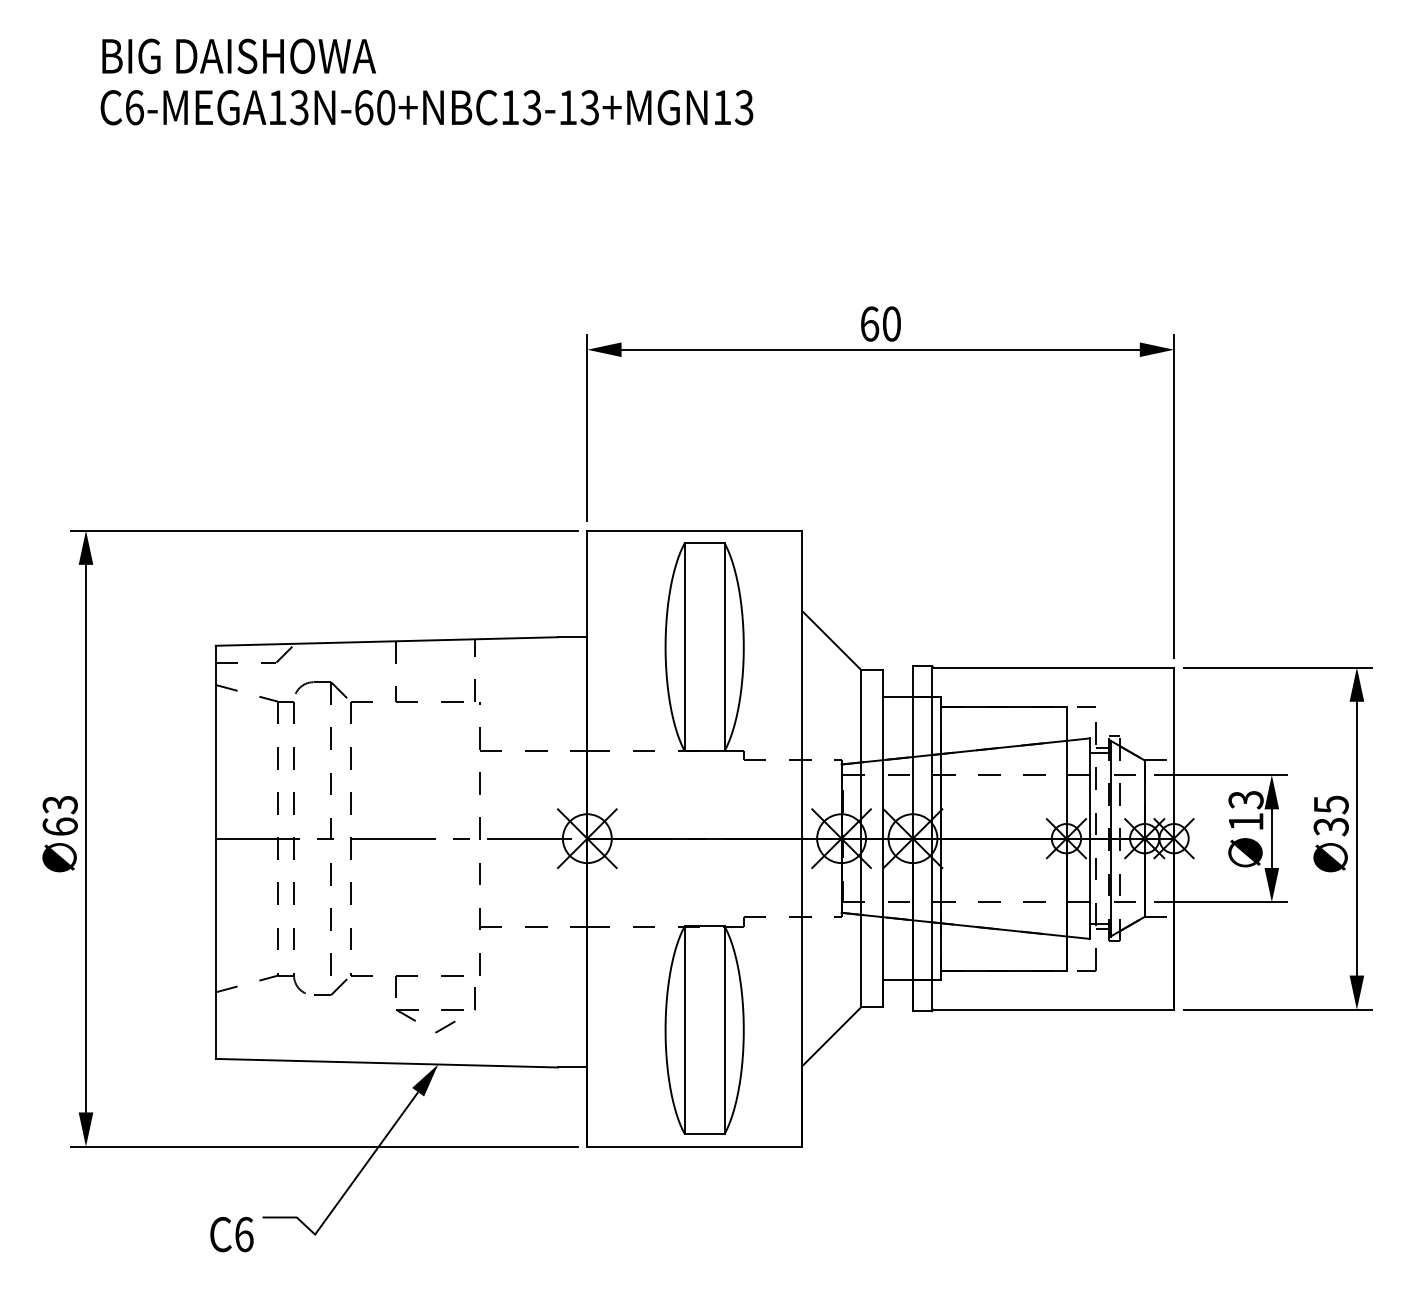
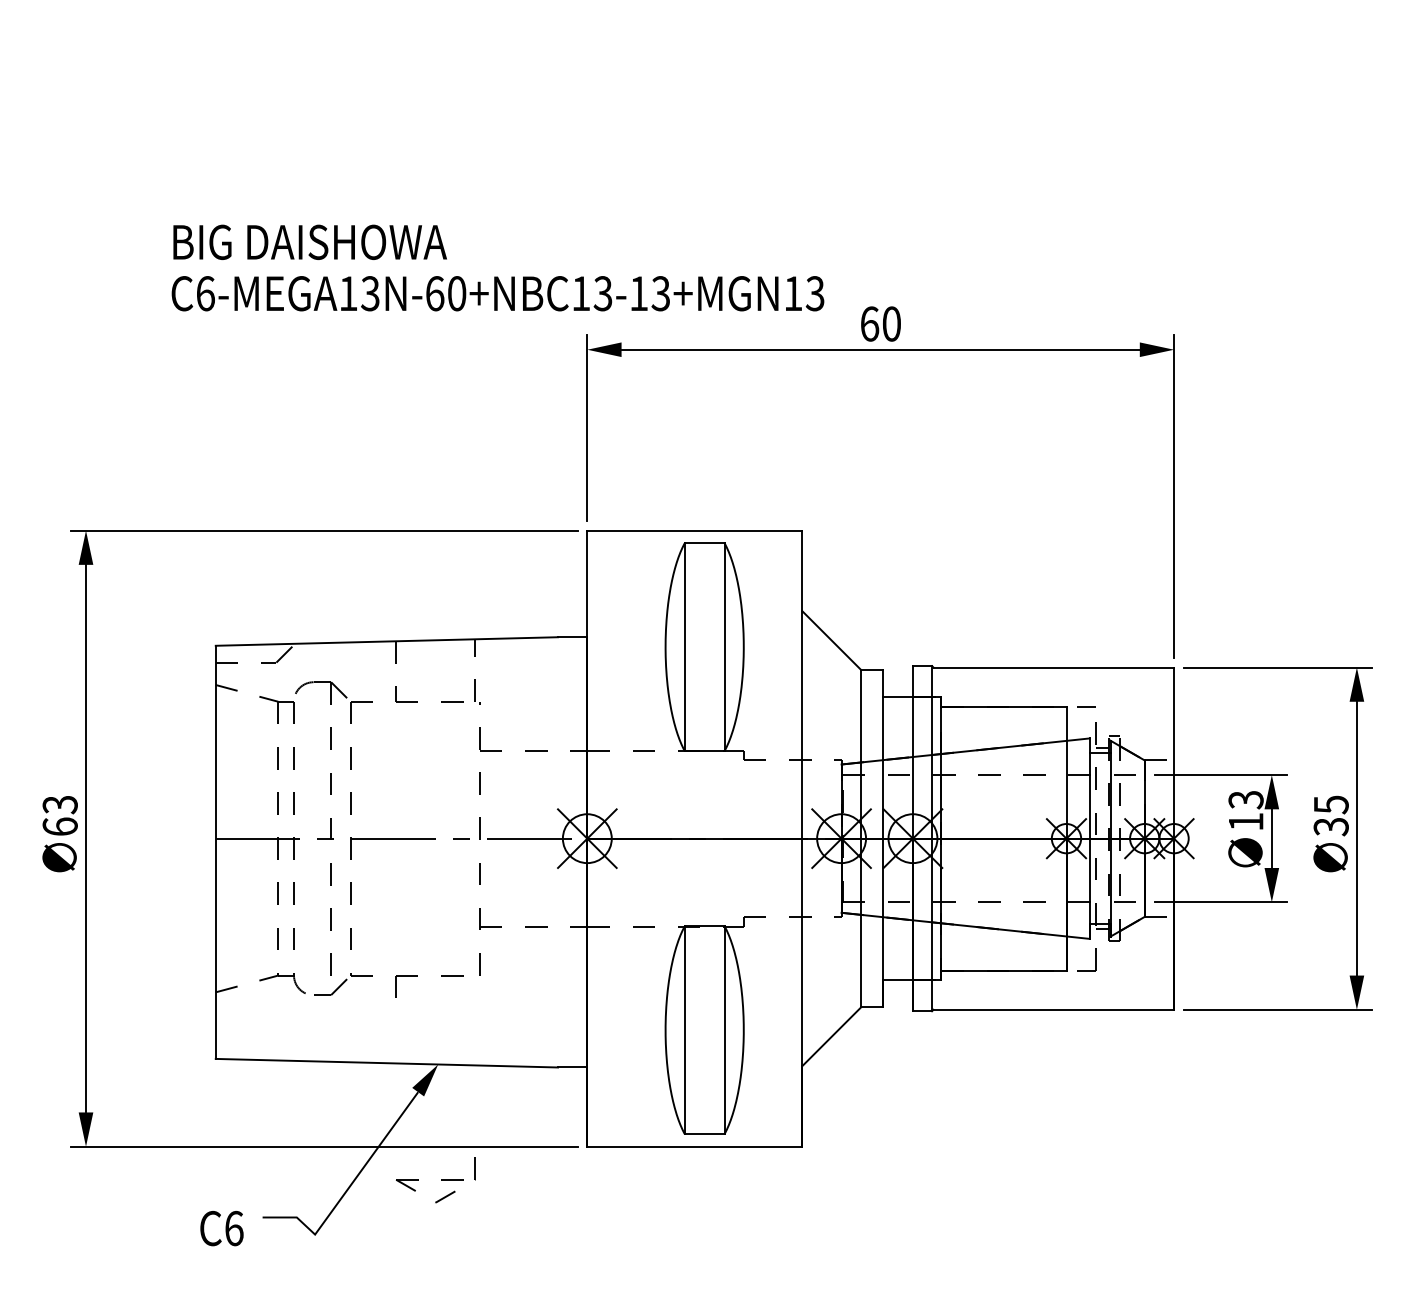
text at (426, 81) position: (426, 81) -> (497, 267)
part at (435, 1010) position: (435, 1010) -> (435, 1180)
text at (231, 1234) position: (231, 1234) -> (221, 1228)
